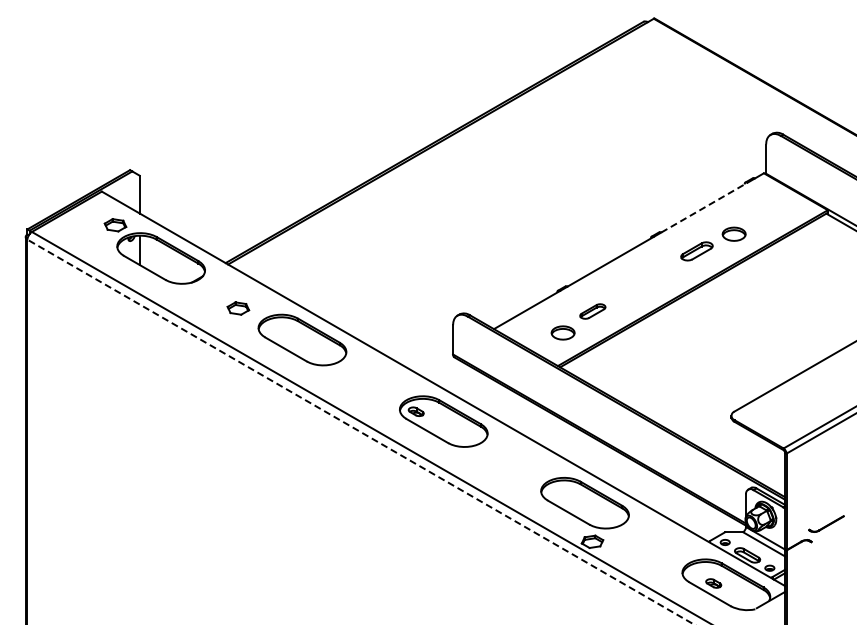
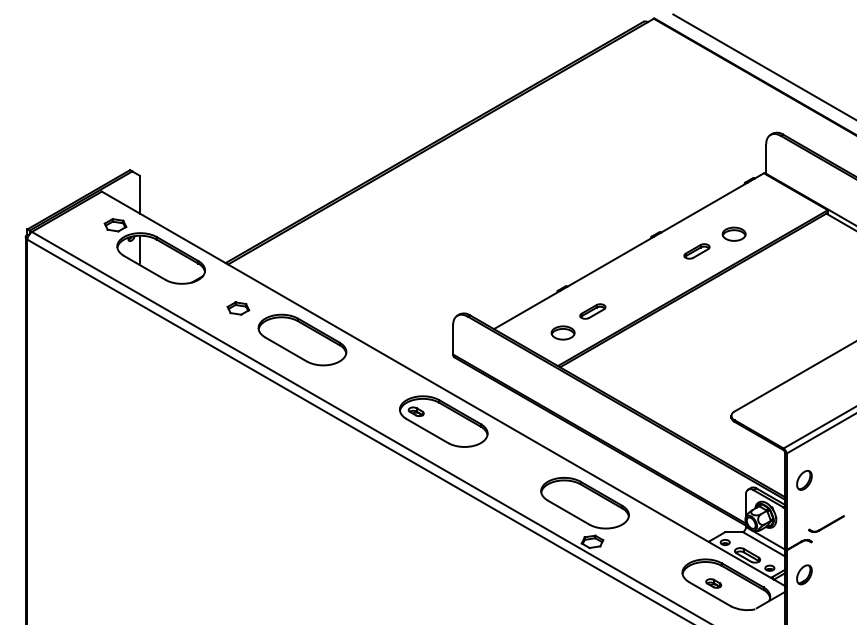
line at (763, 66): none -> present
line at (704, 207): dashed -> solid
part at (696, 251) size: 34x21 px -> 28x17 px
line at (360, 432): dashed -> solid
part at (804, 480): none -> present
part at (804, 574): none -> present
